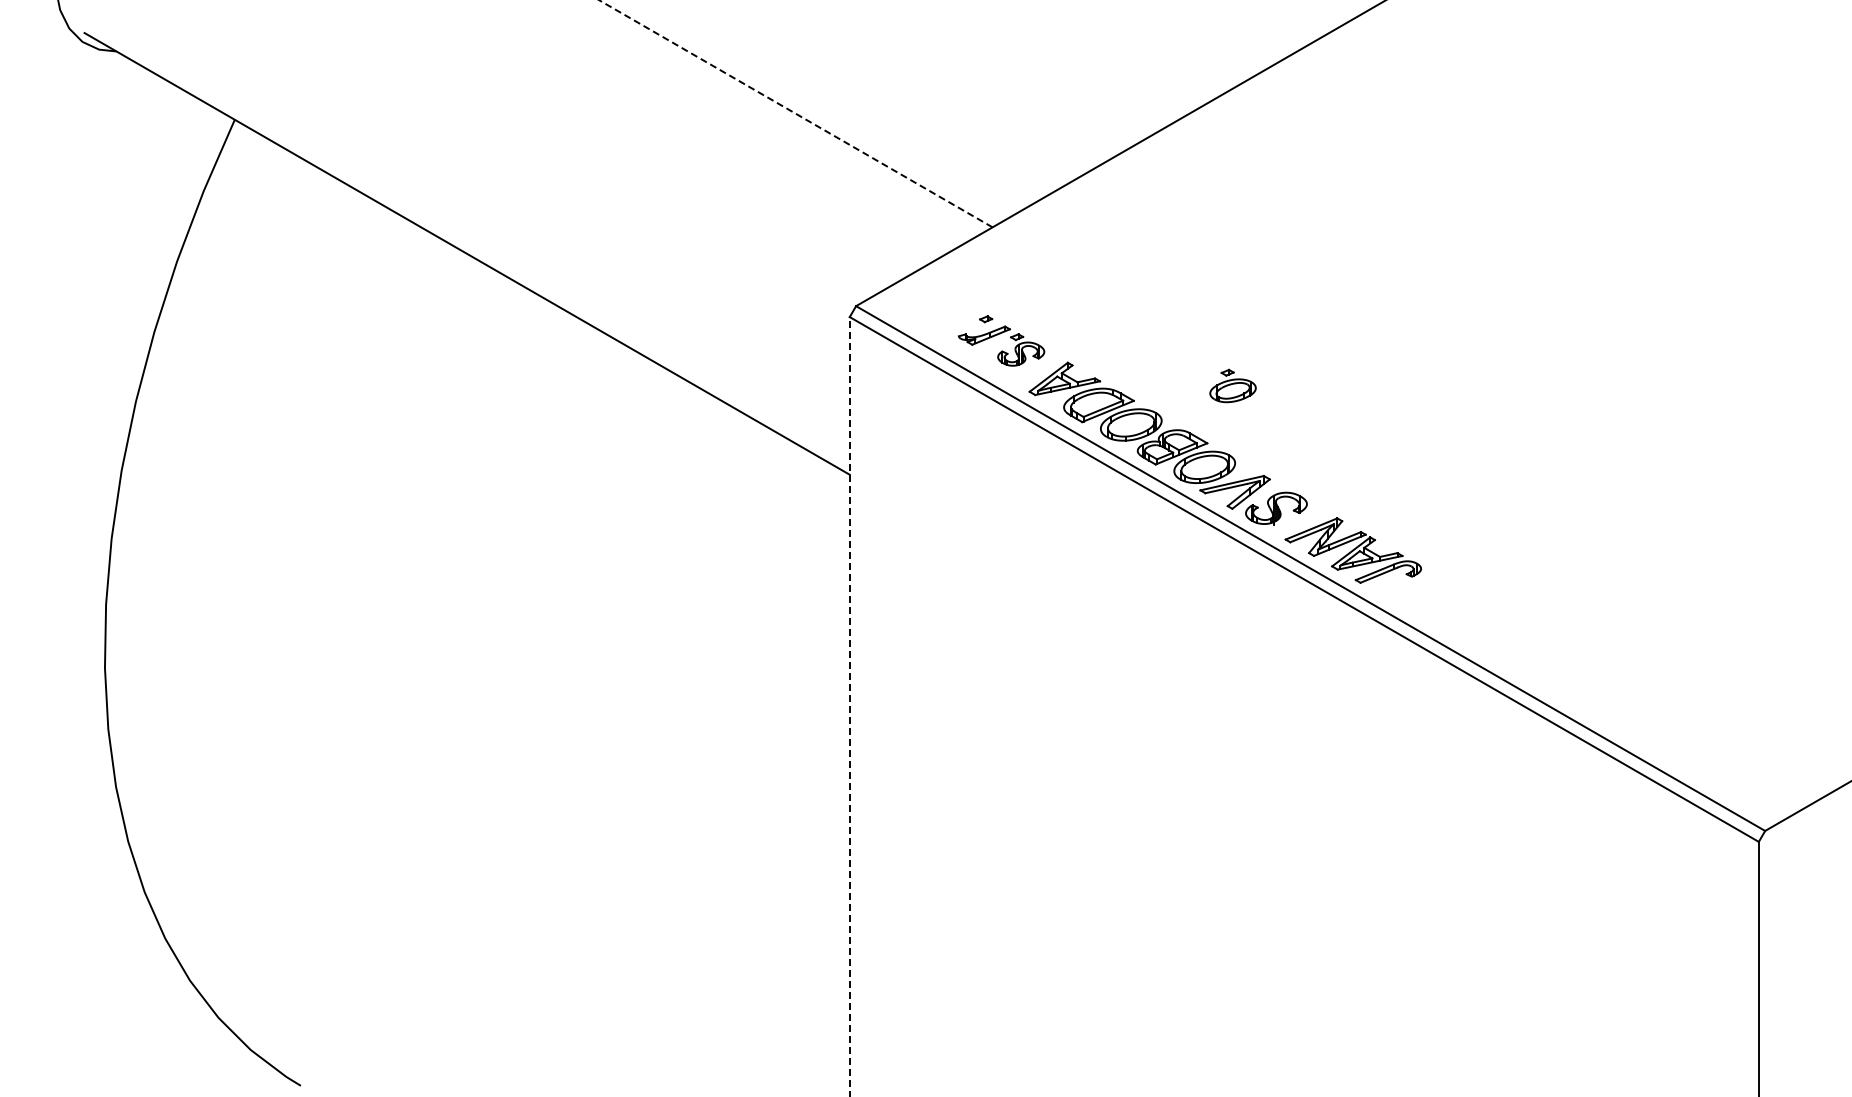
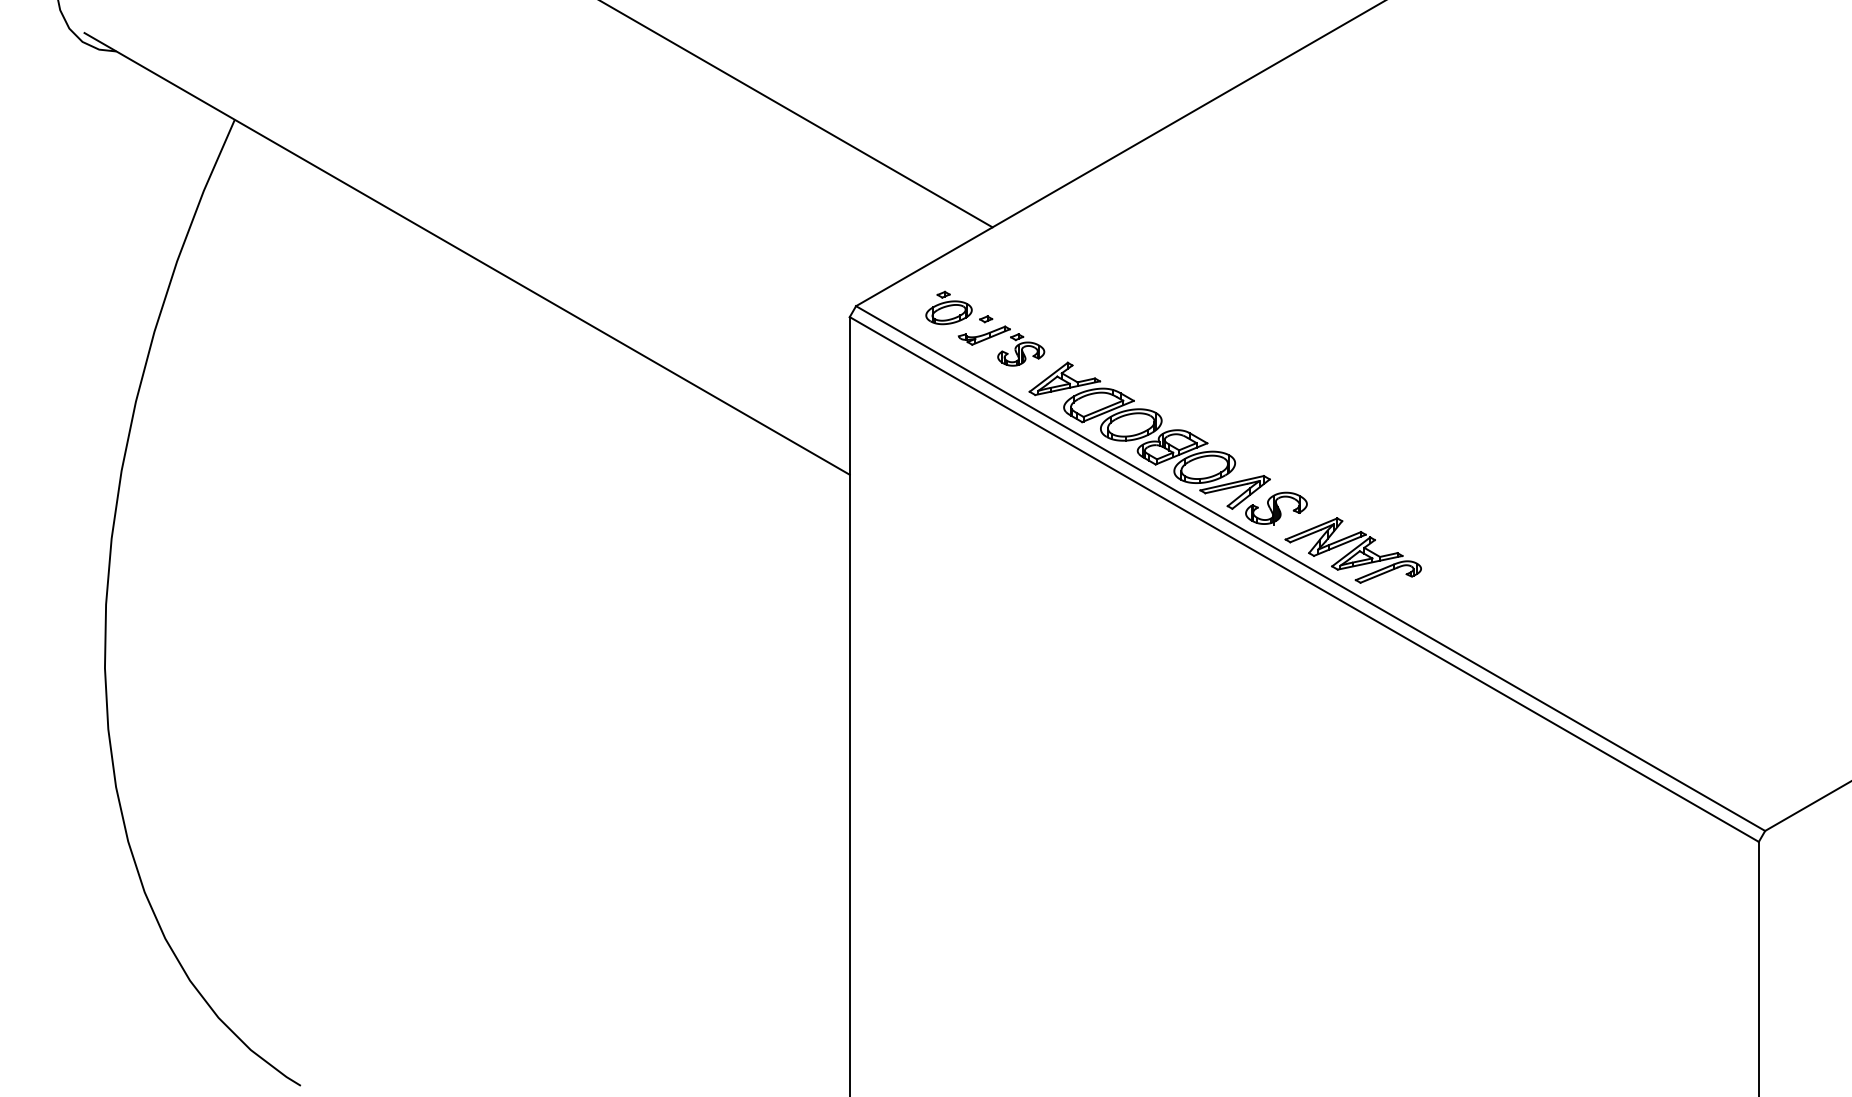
line at (796, 113): dashed -> solid
part at (1232, 385) position: (1232, 385) -> (948, 307)
line at (849, 706): dashed -> solid
